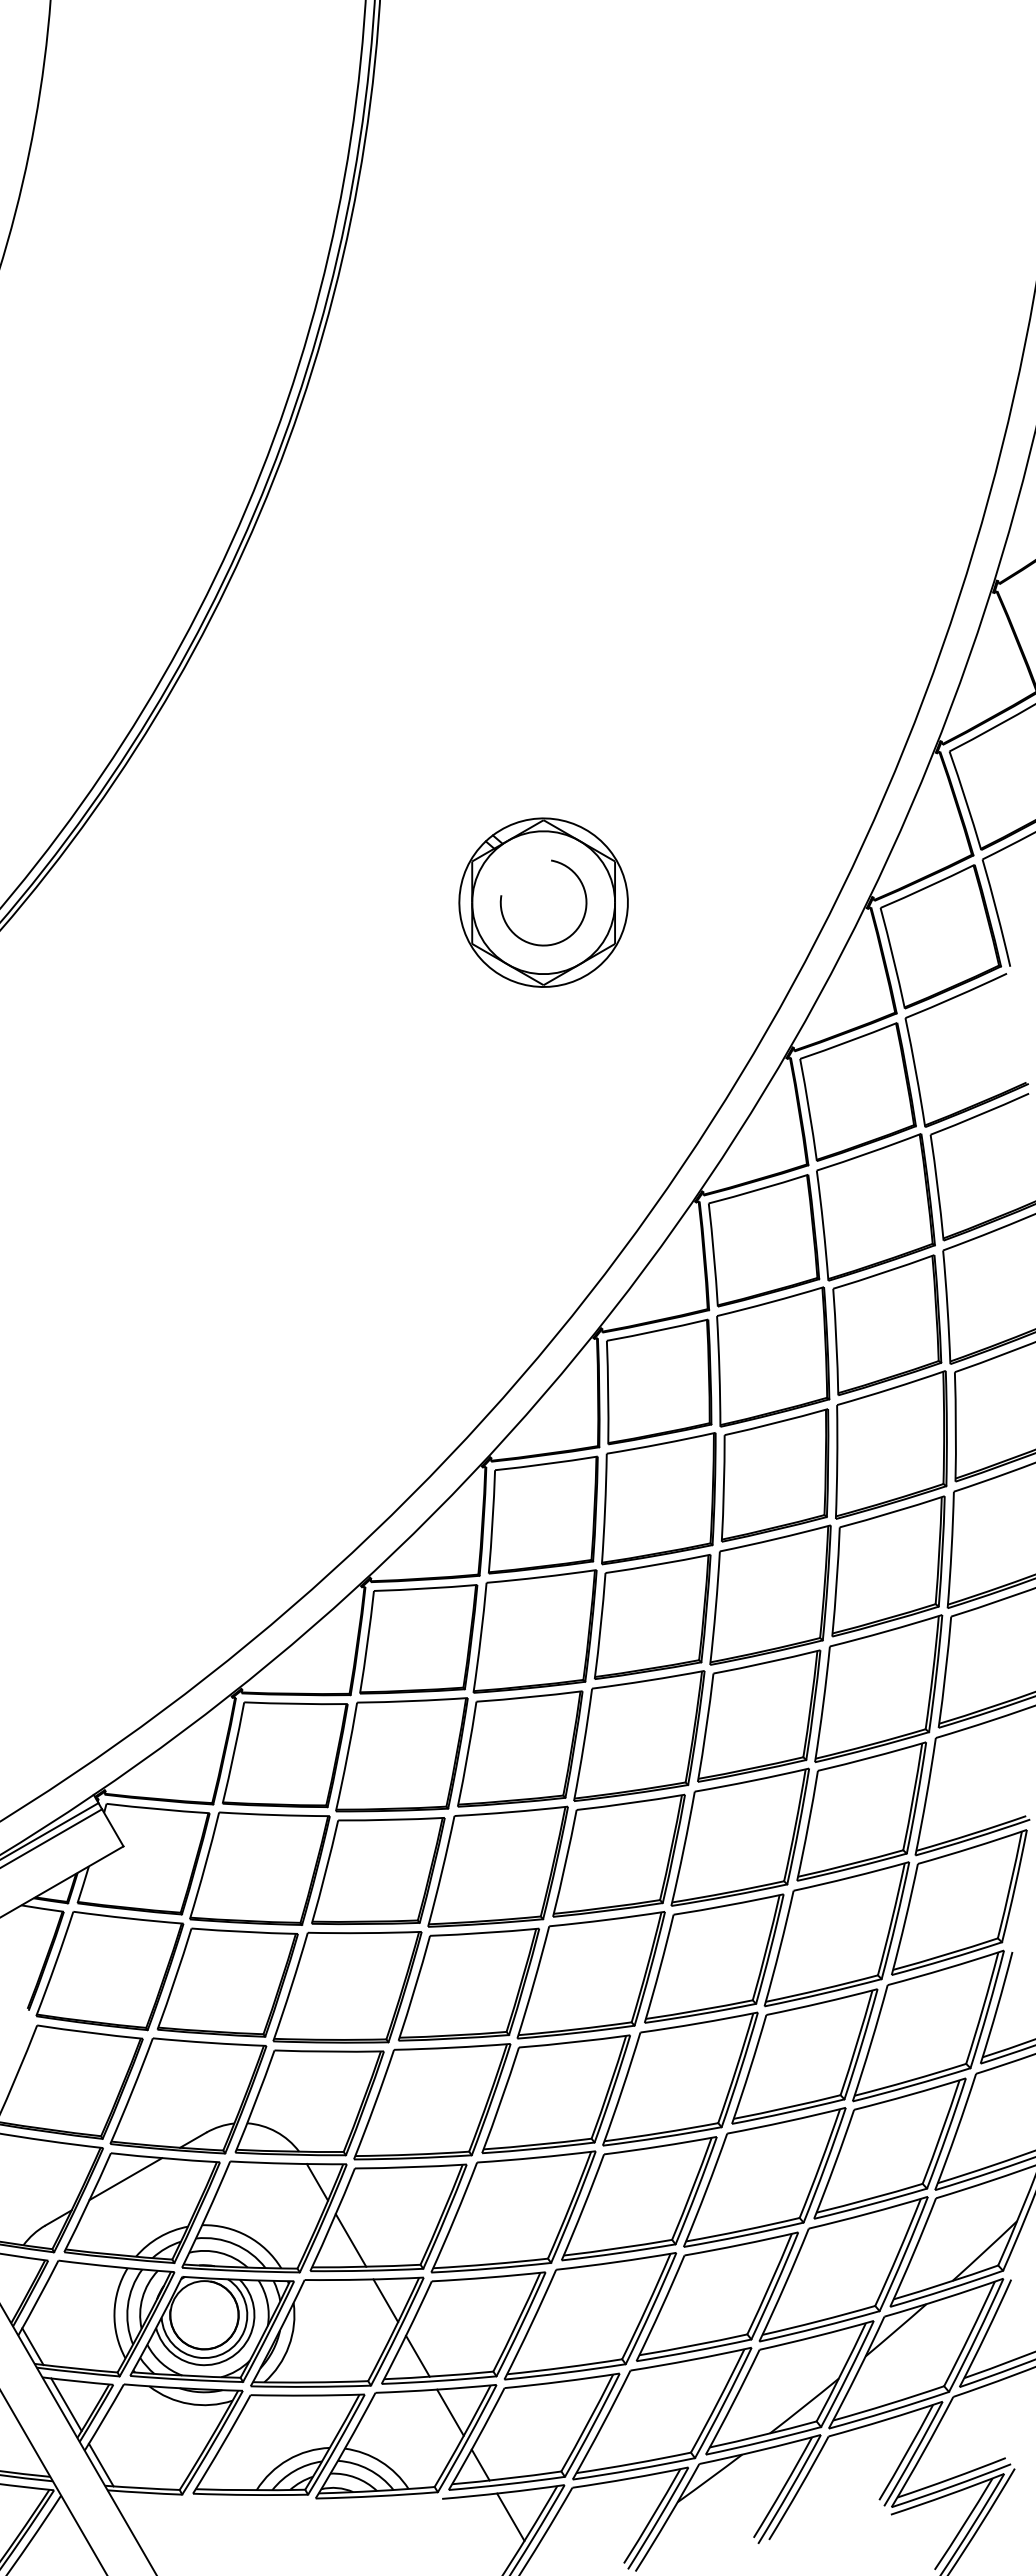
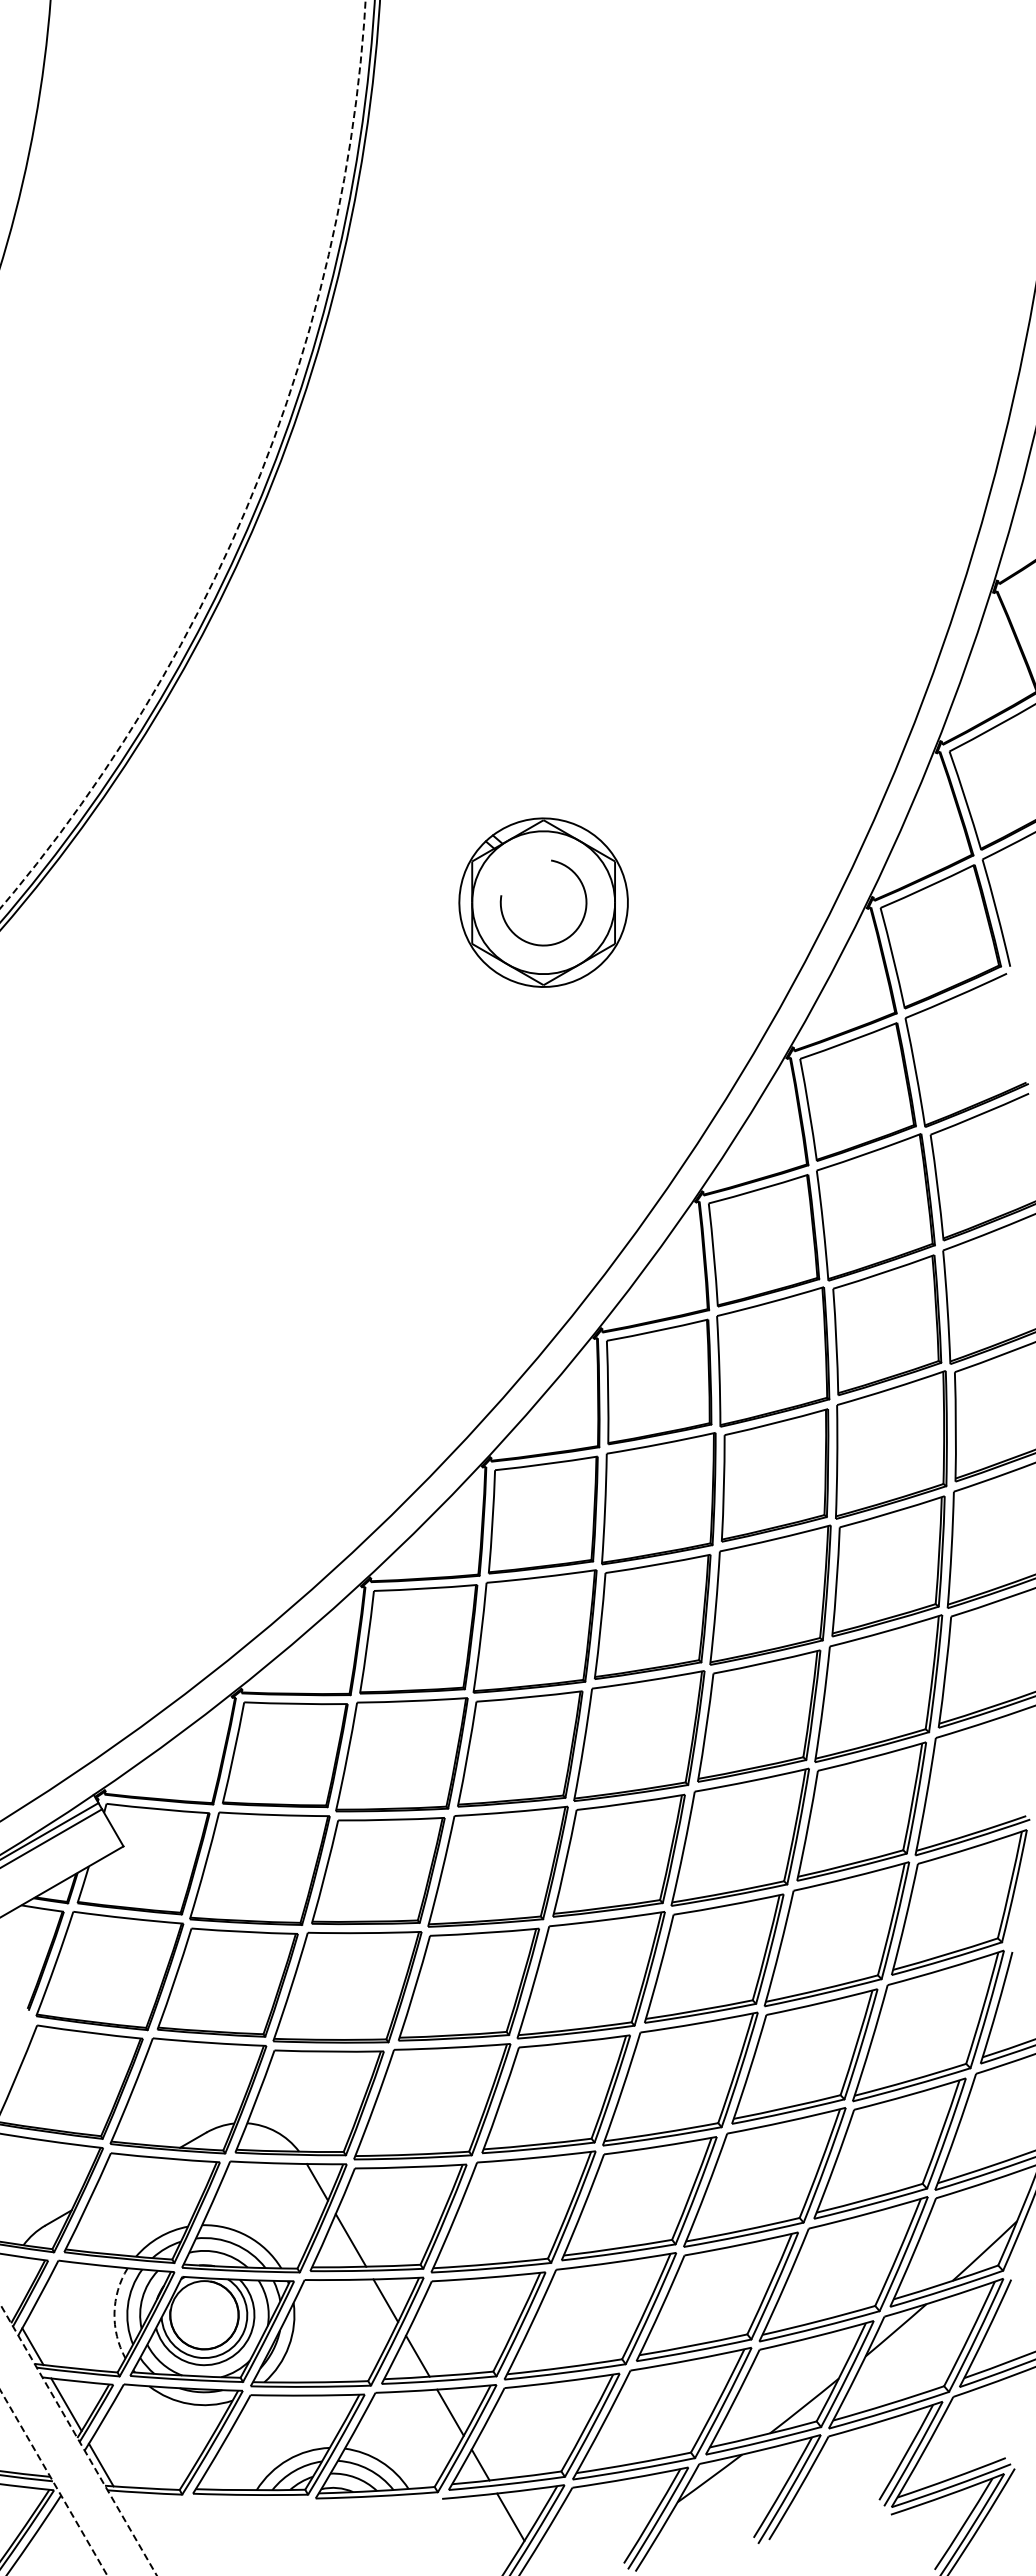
circle at (182, 454): solid -> dashed
line at (125, 2179): present -> none
arc at (114, 2313): solid -> dashed
line at (78, 2440): solid -> dashed
line at (53, 2482): solid -> dashed
